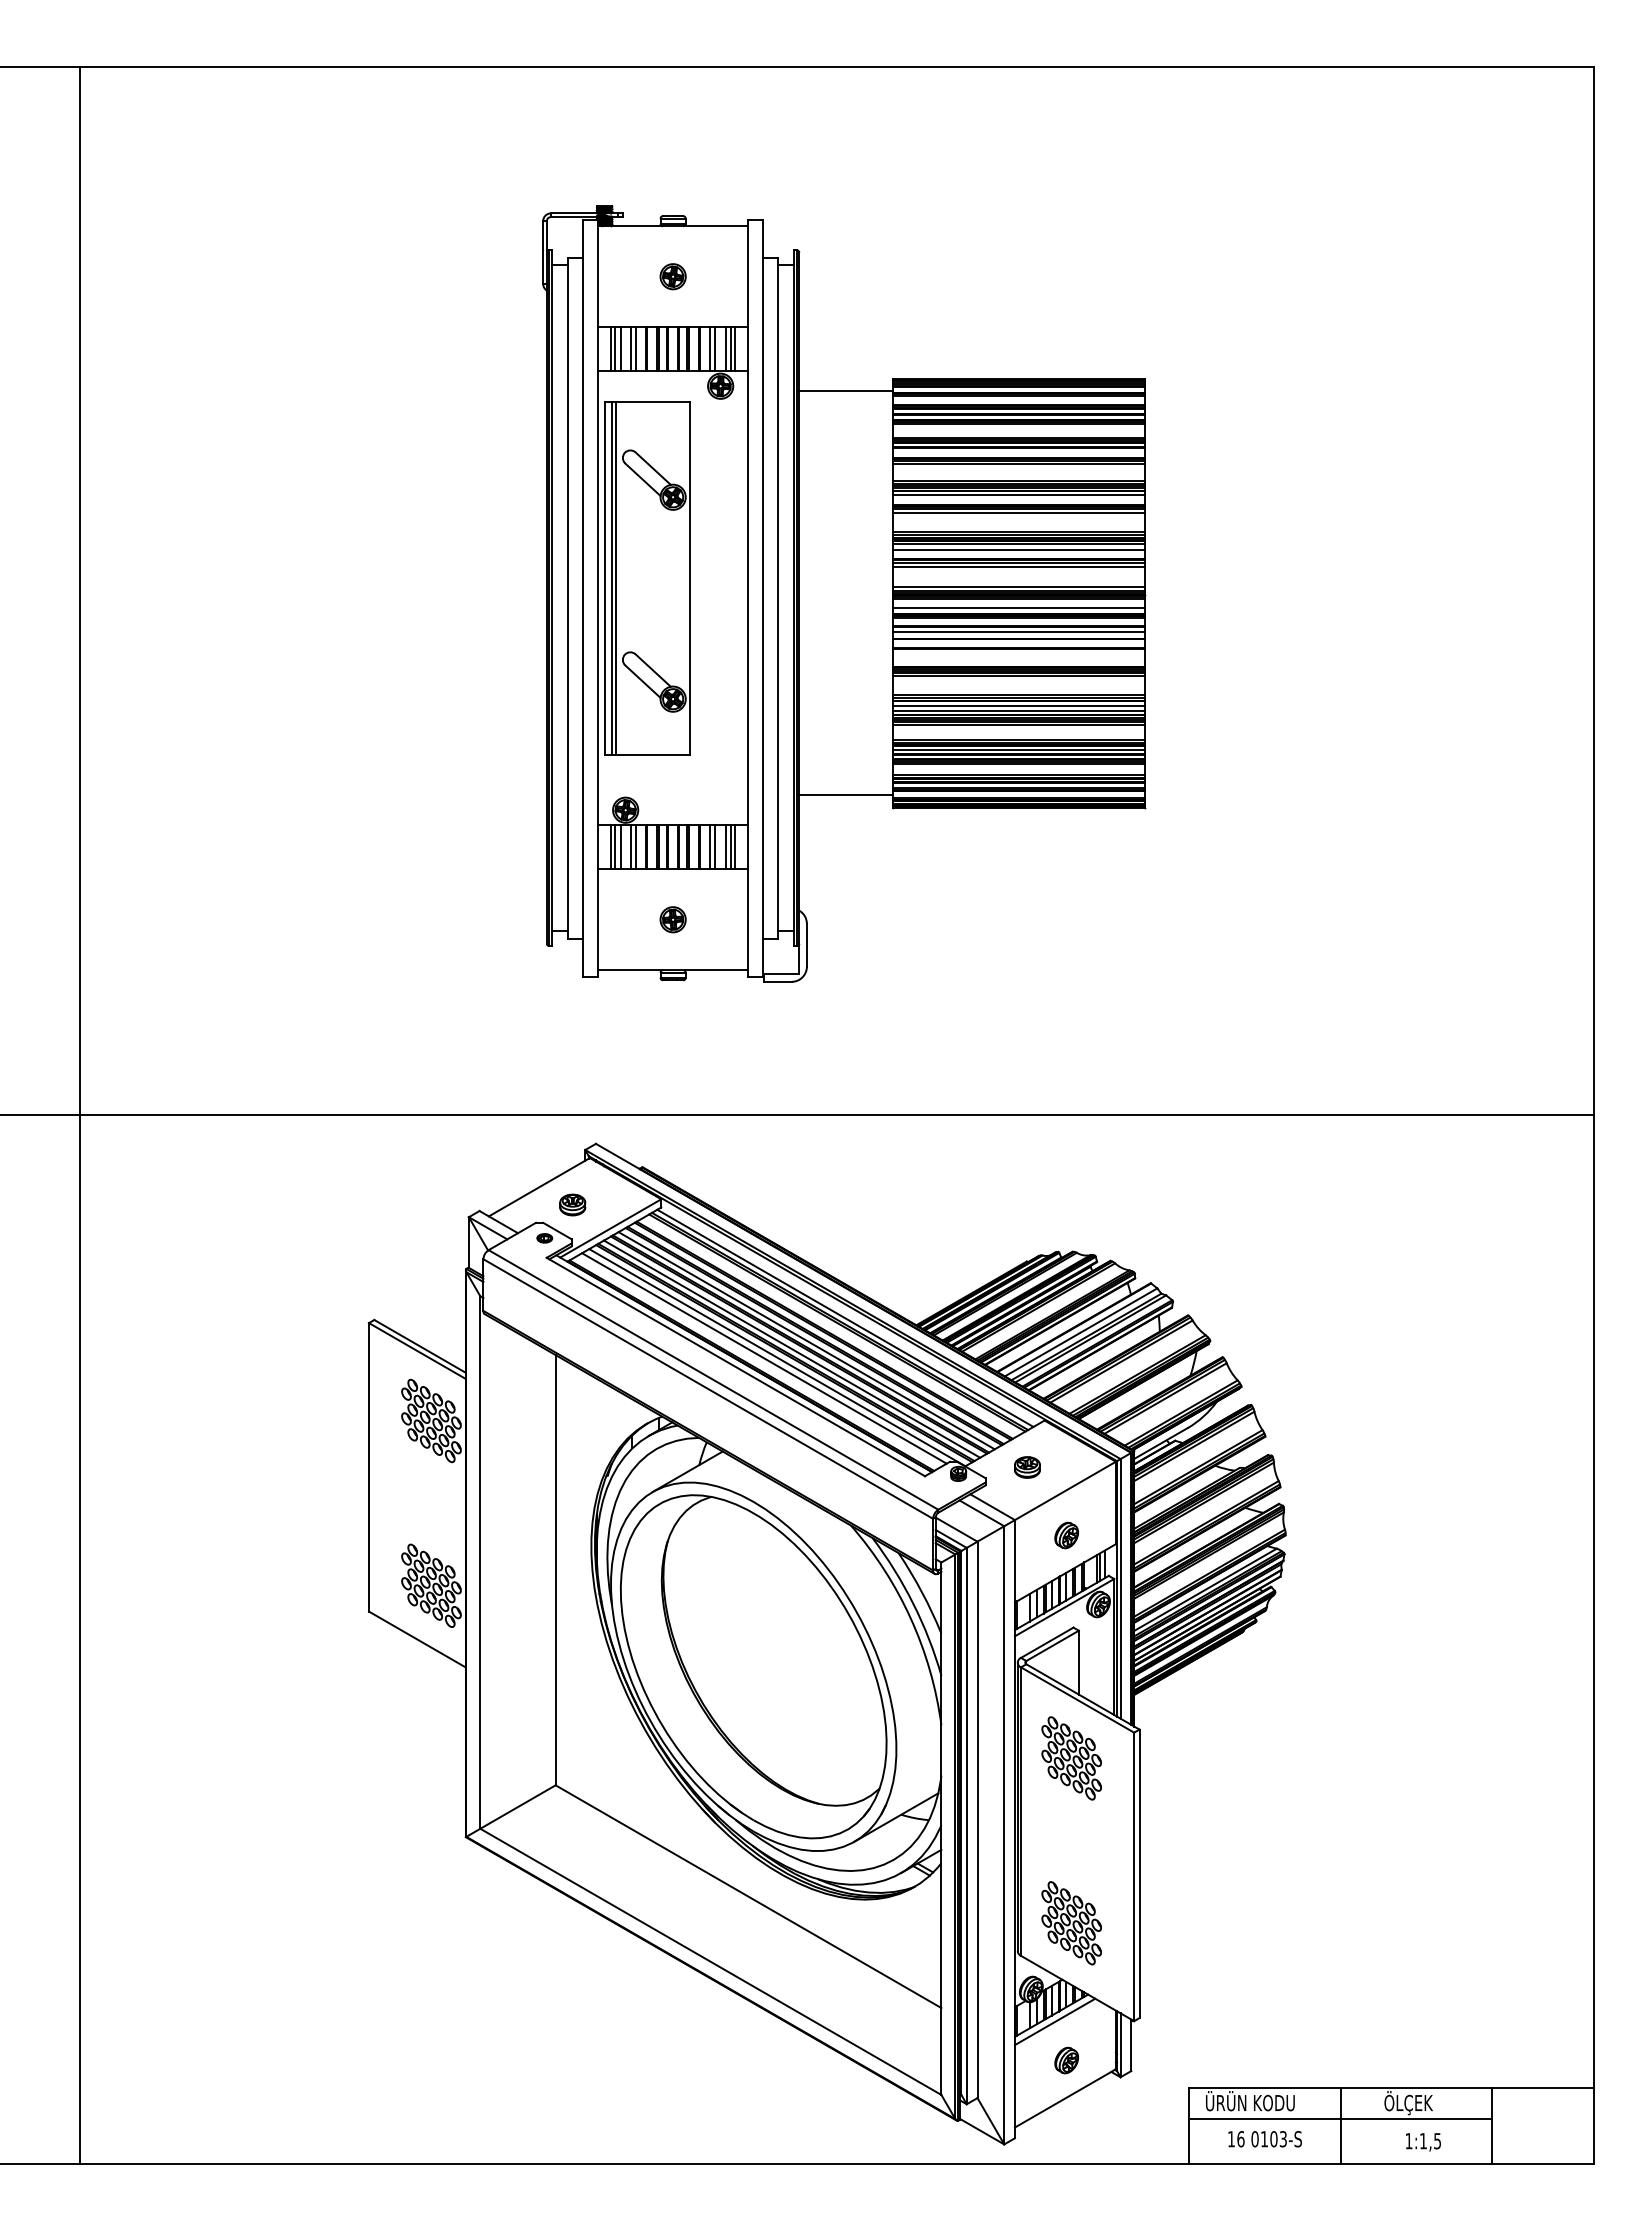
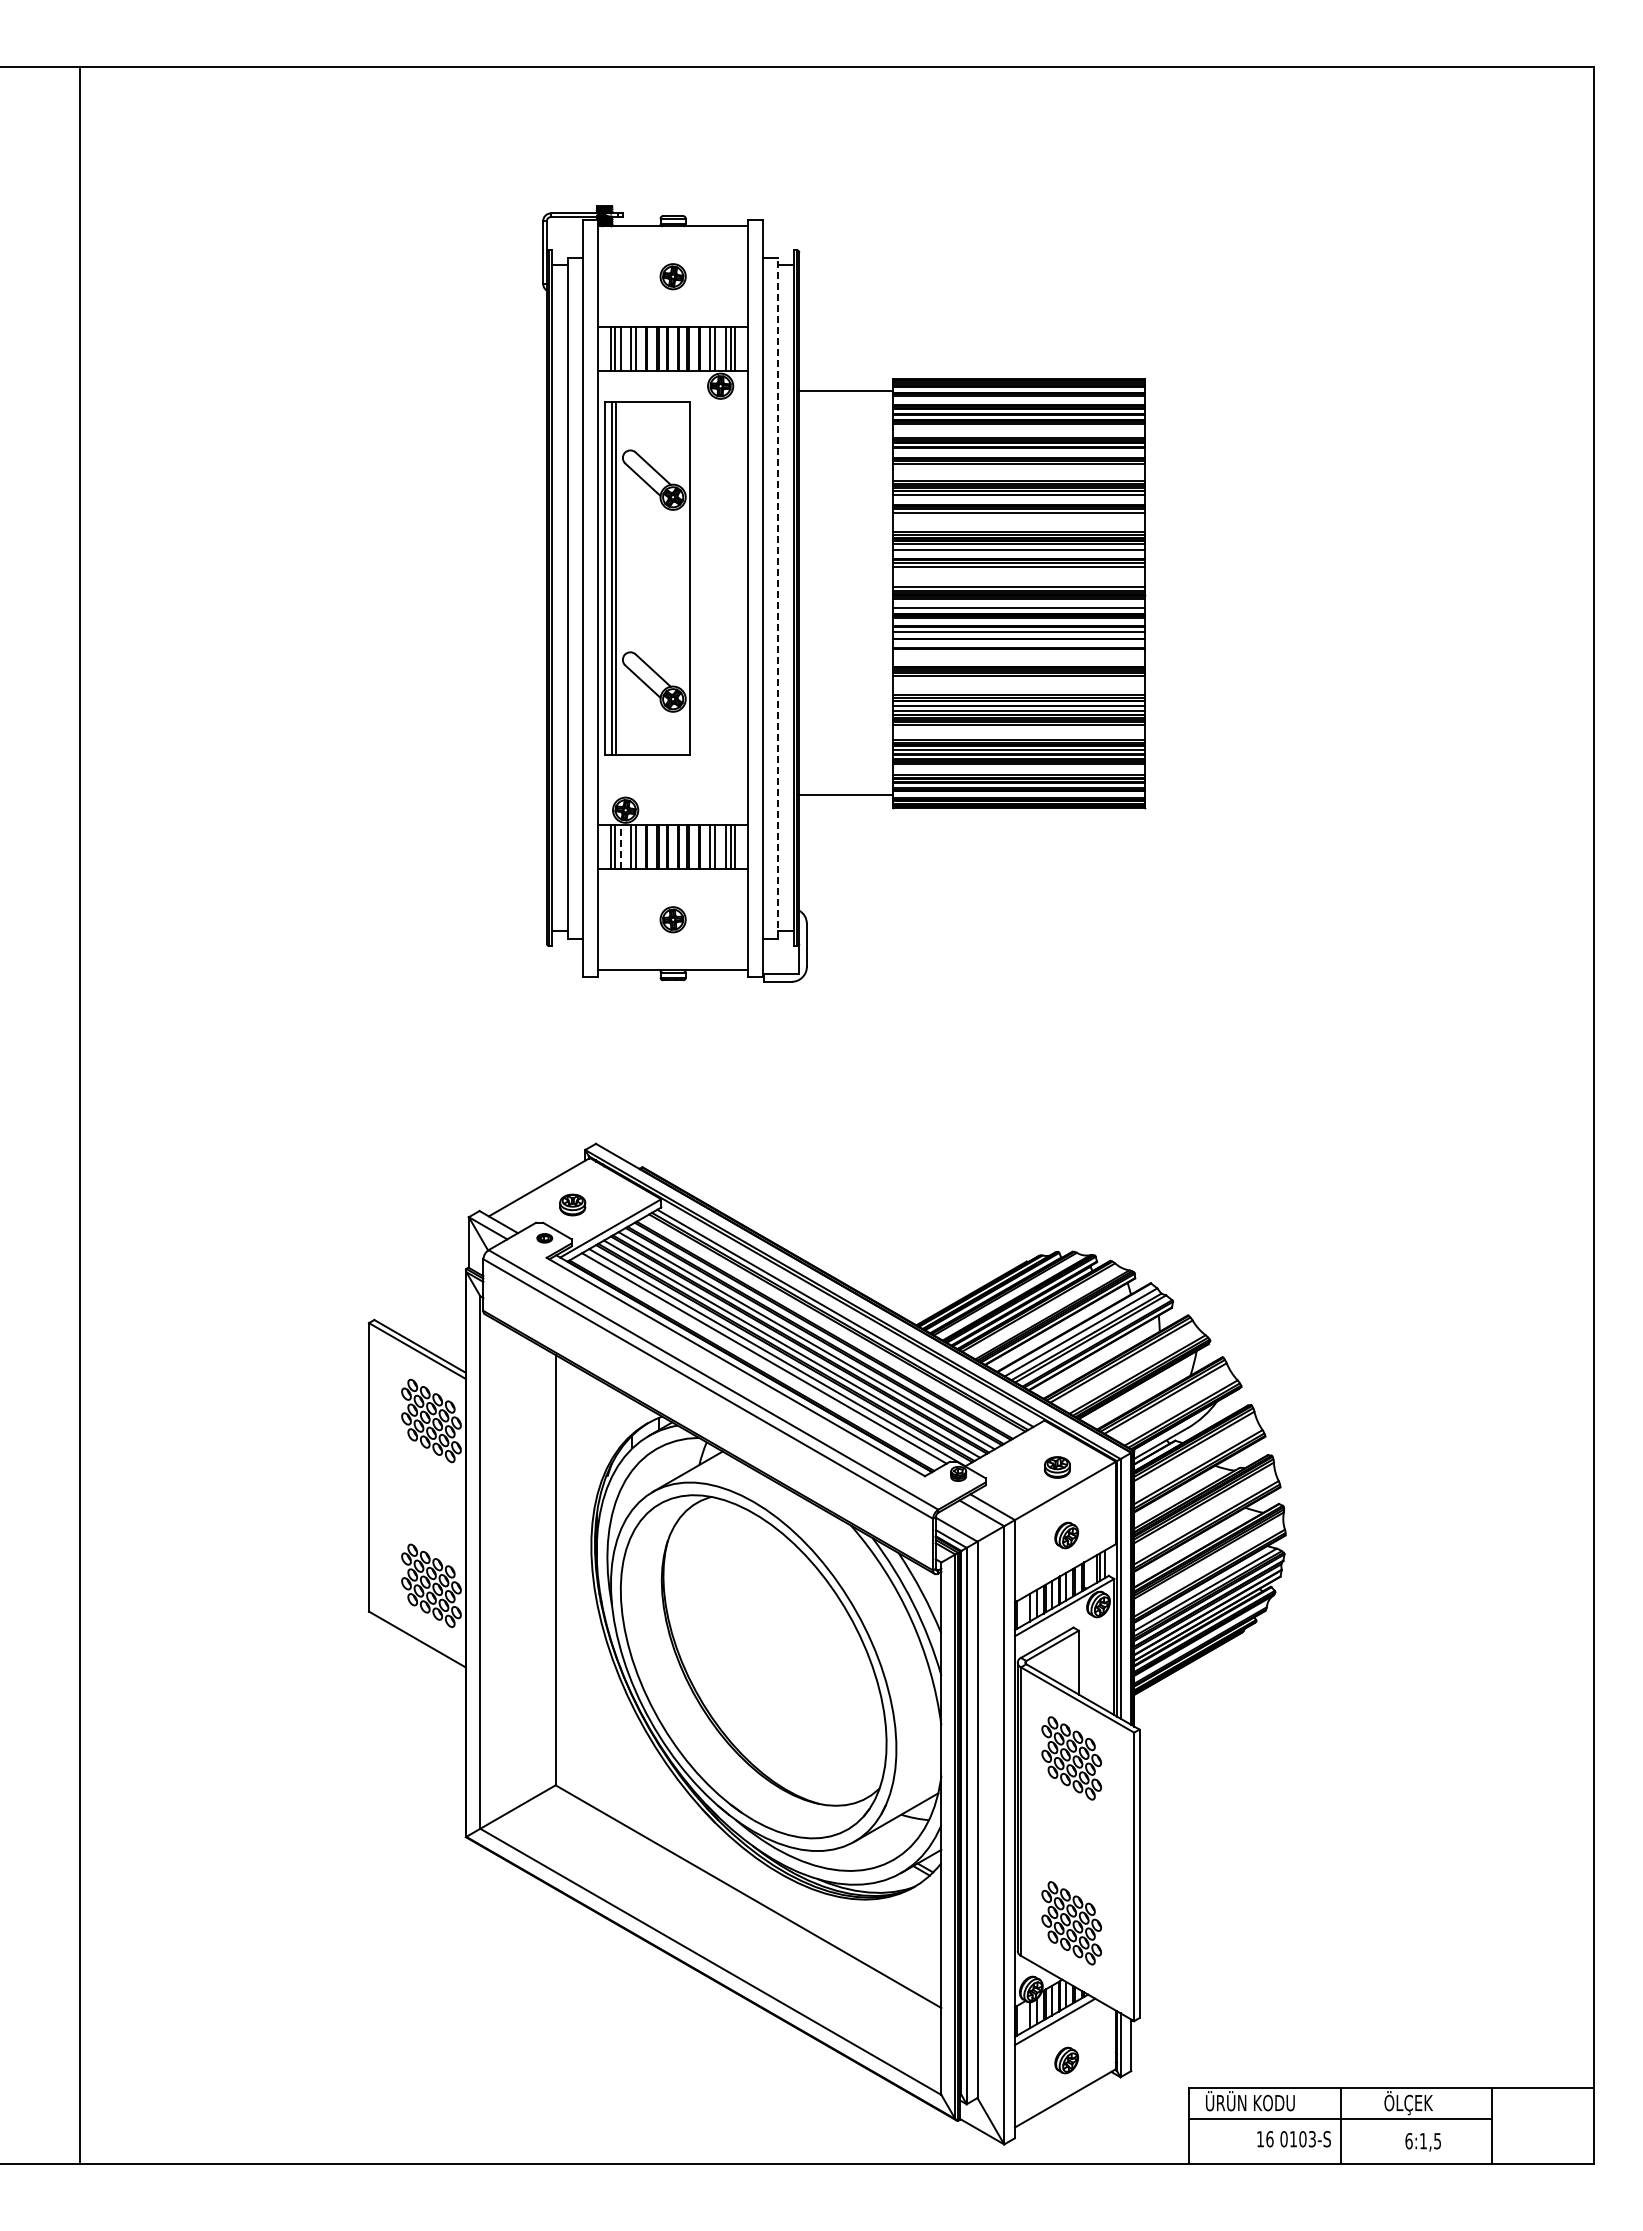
line at (778, 598): solid -> dashed
line at (620, 847): solid -> dashed
line at (797, 1115): present -> none
part at (1027, 1467) position: (1027, 1467) -> (1057, 1467)
text at (1264, 2139) position: (1264, 2139) -> (1293, 2139)
text at (1408, 2141): 1:1,5 -> 6:1,5
